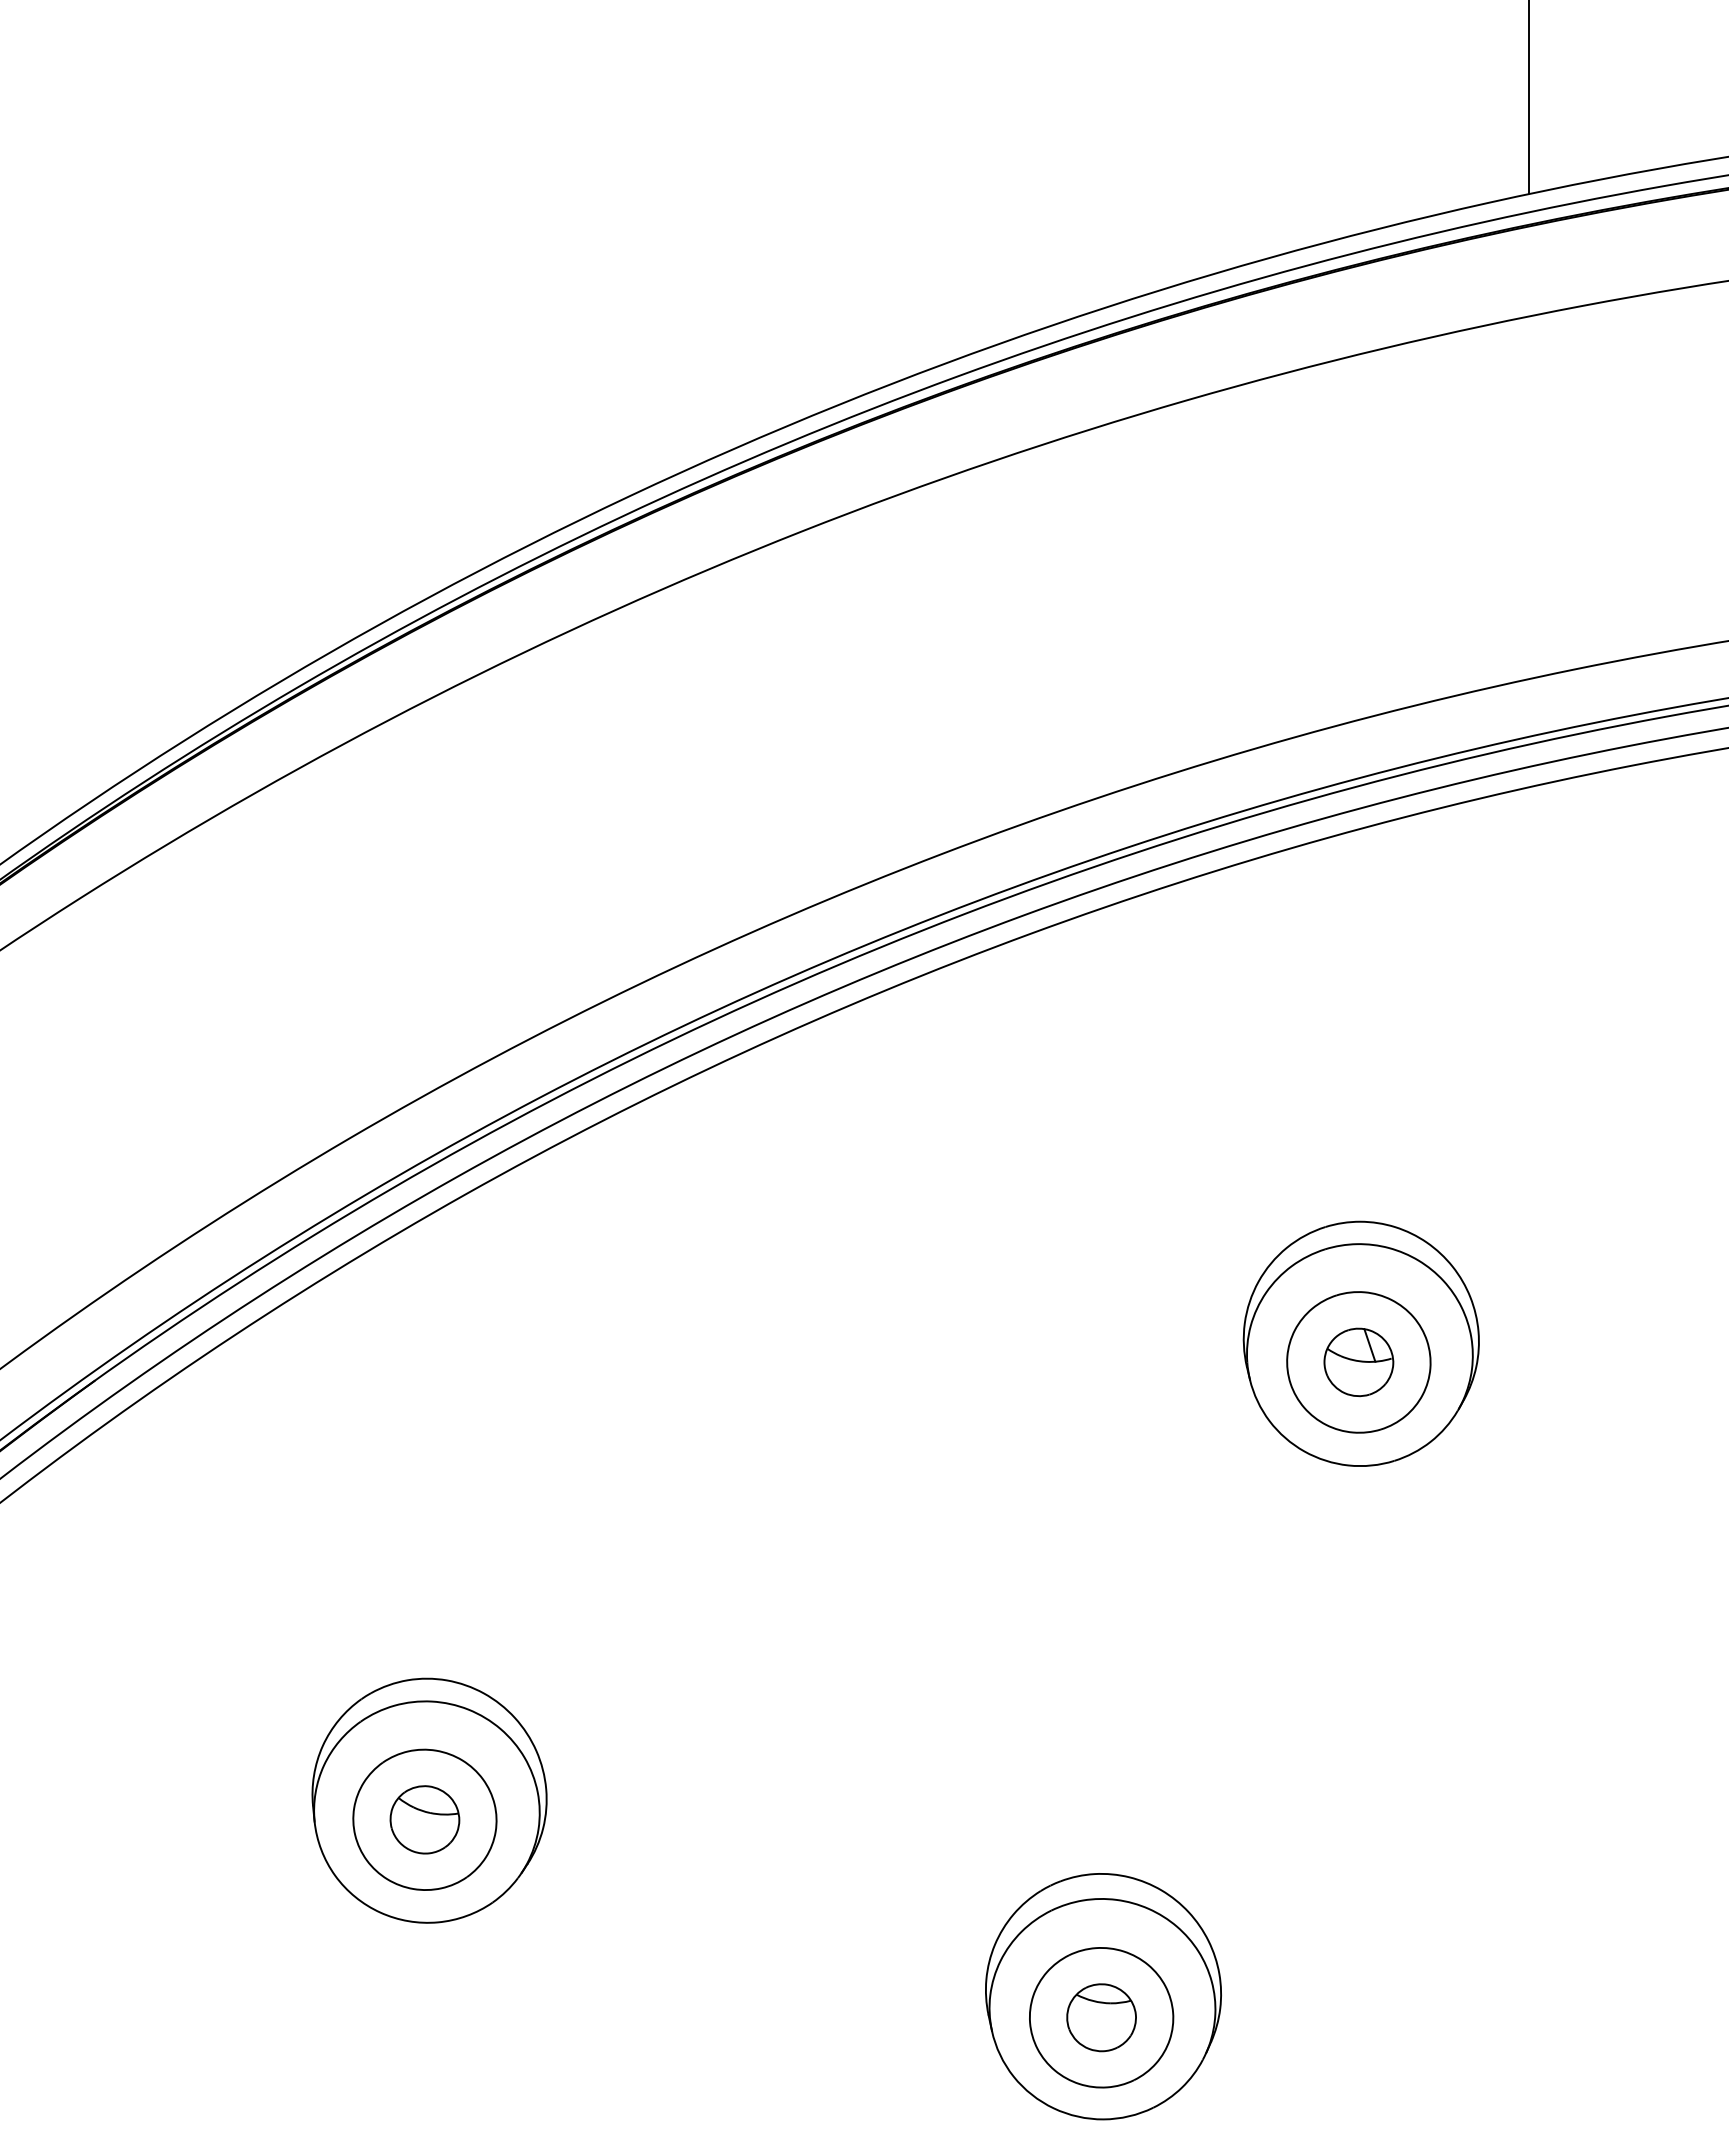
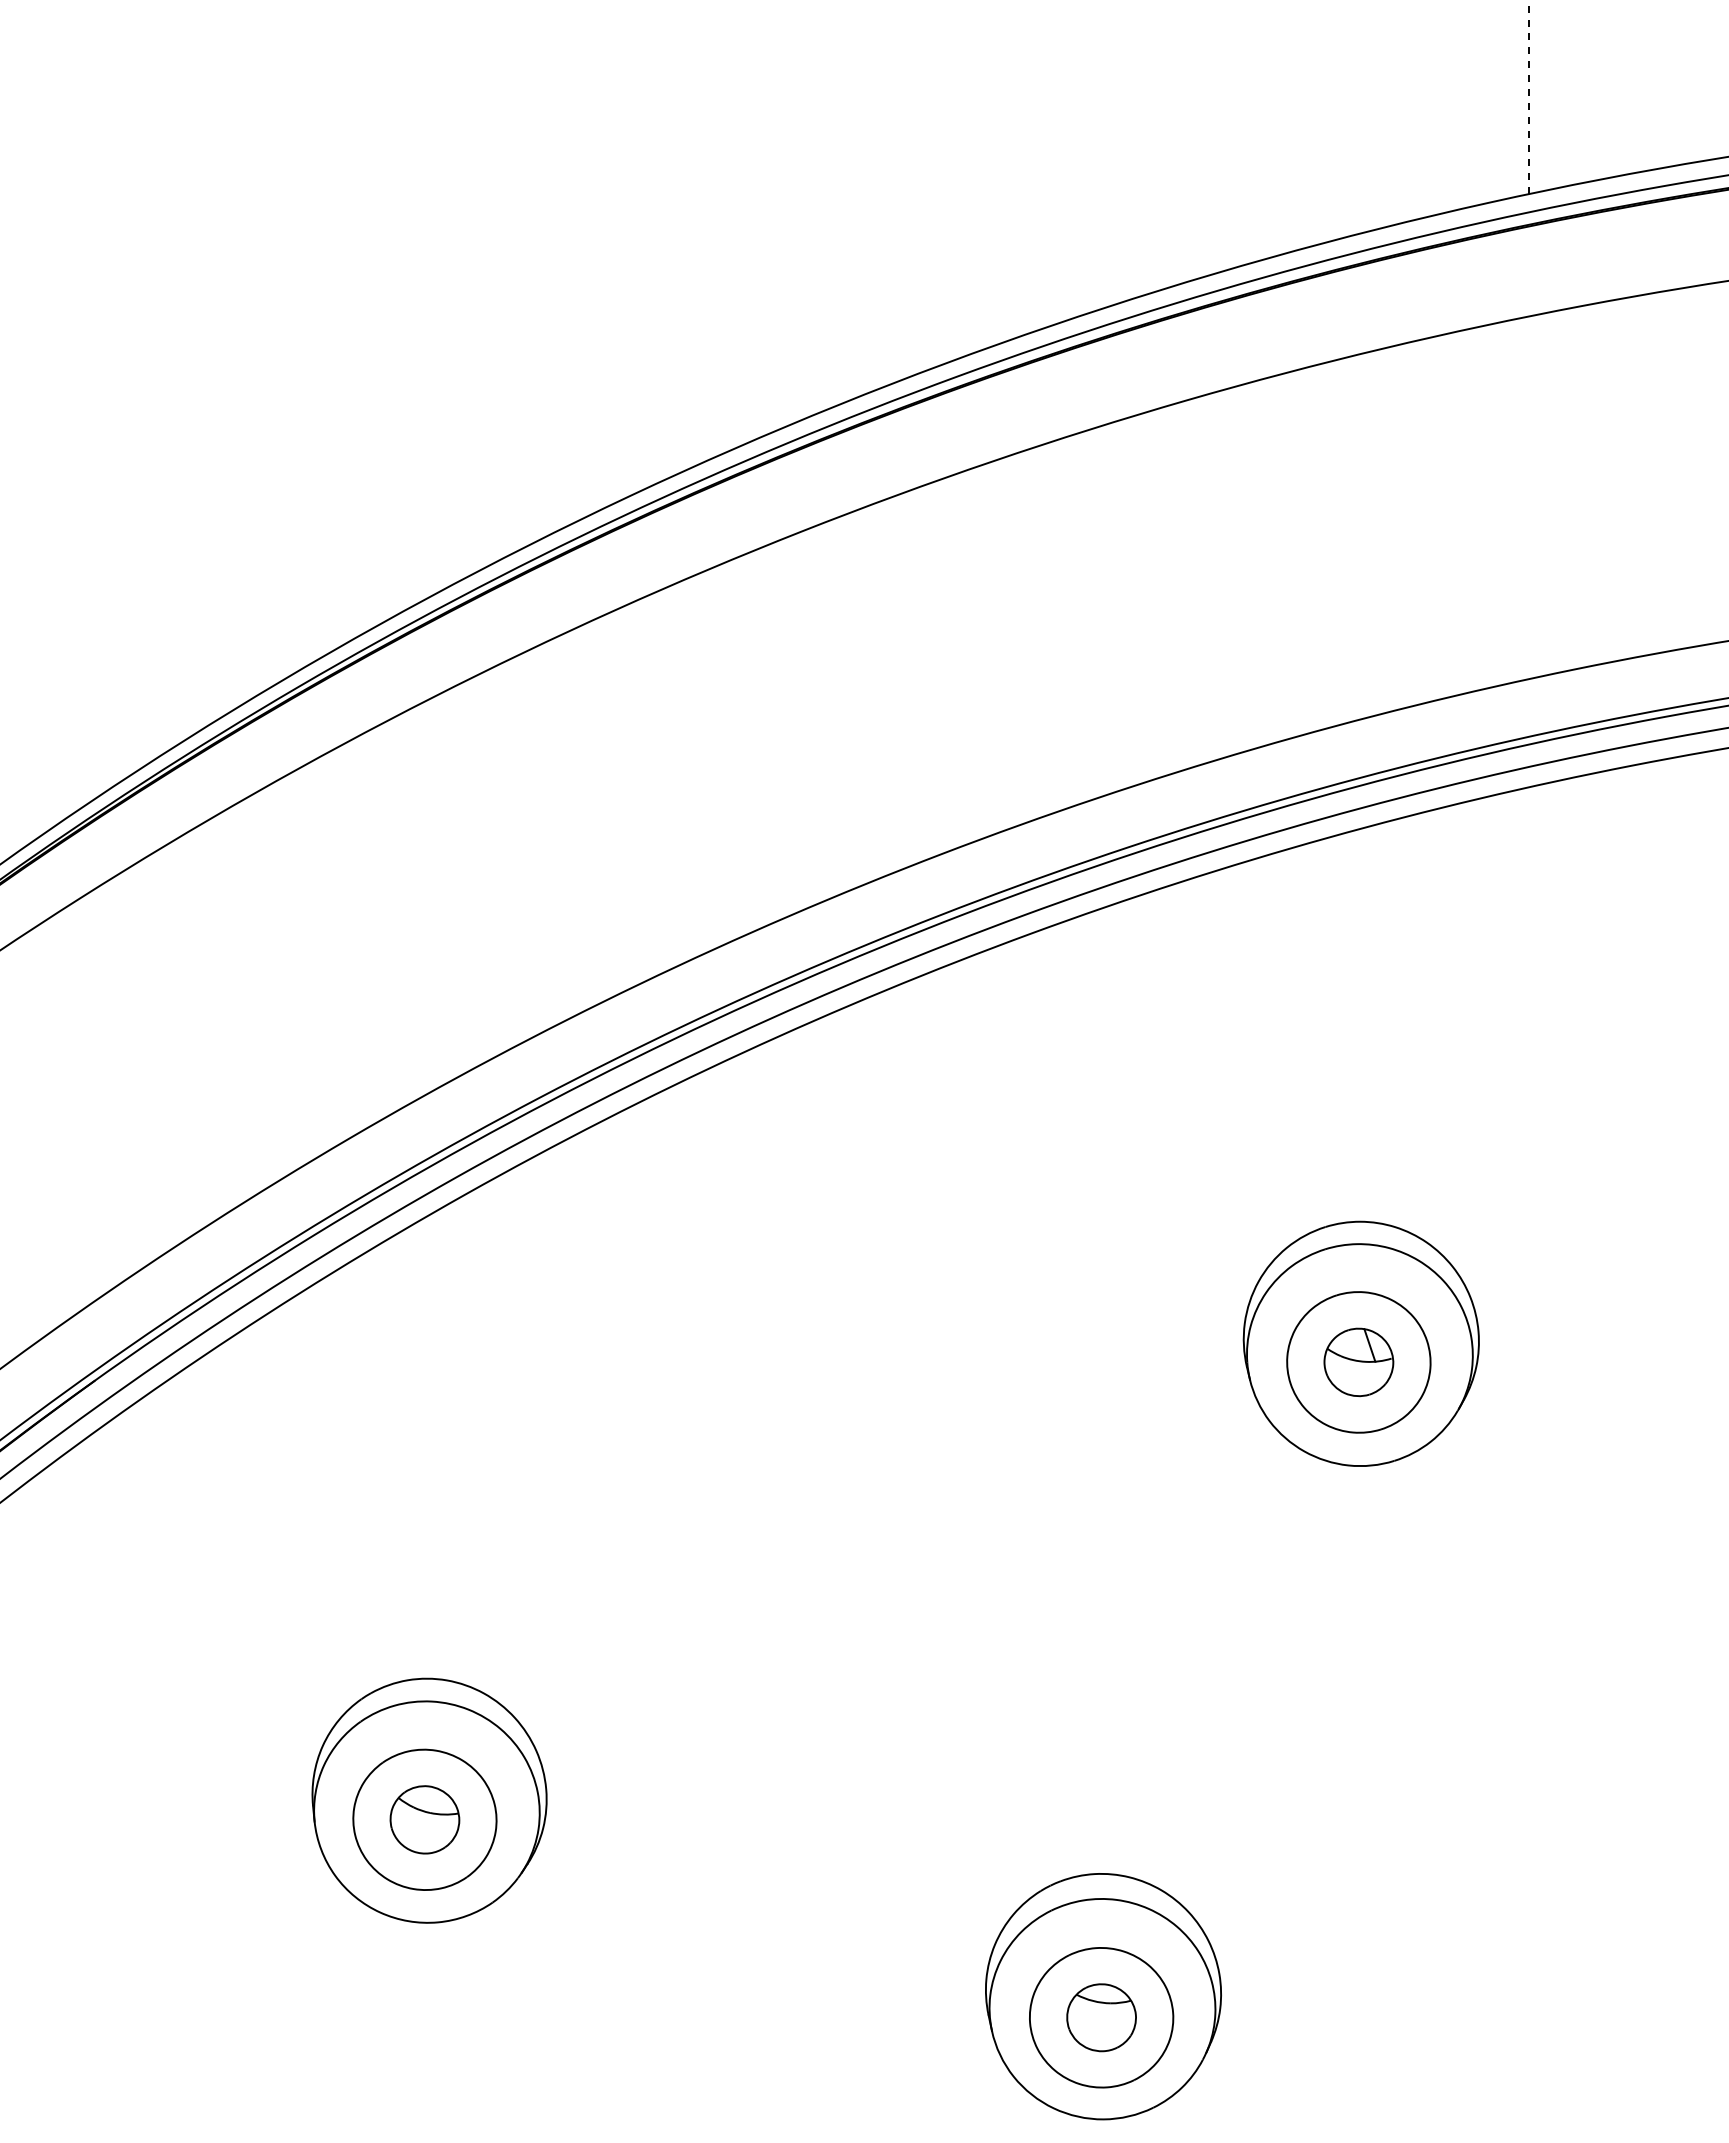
line at (1528, 98): solid -> dashed
